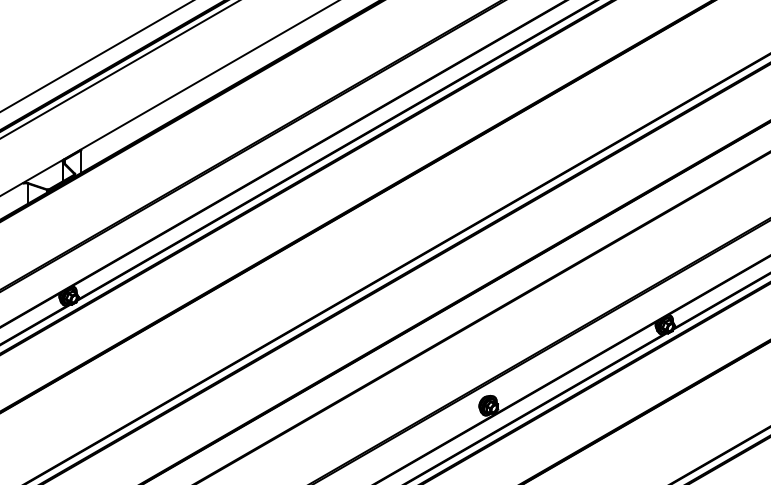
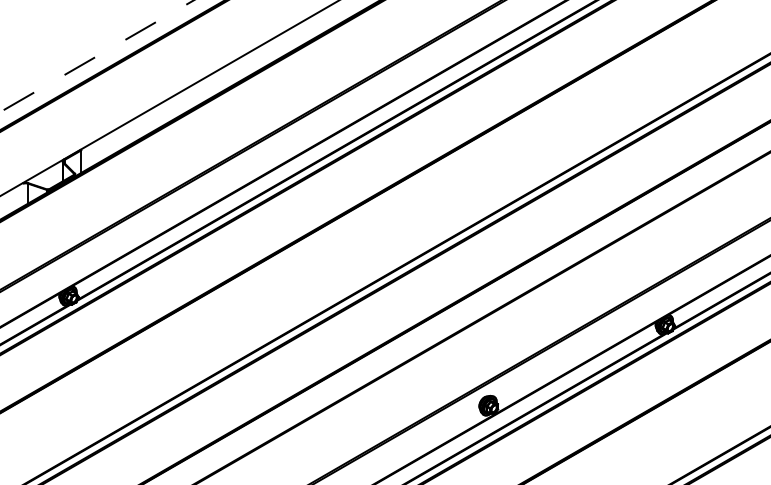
line at (97, 56): solid -> dashed
line at (119, 69): present -> none
